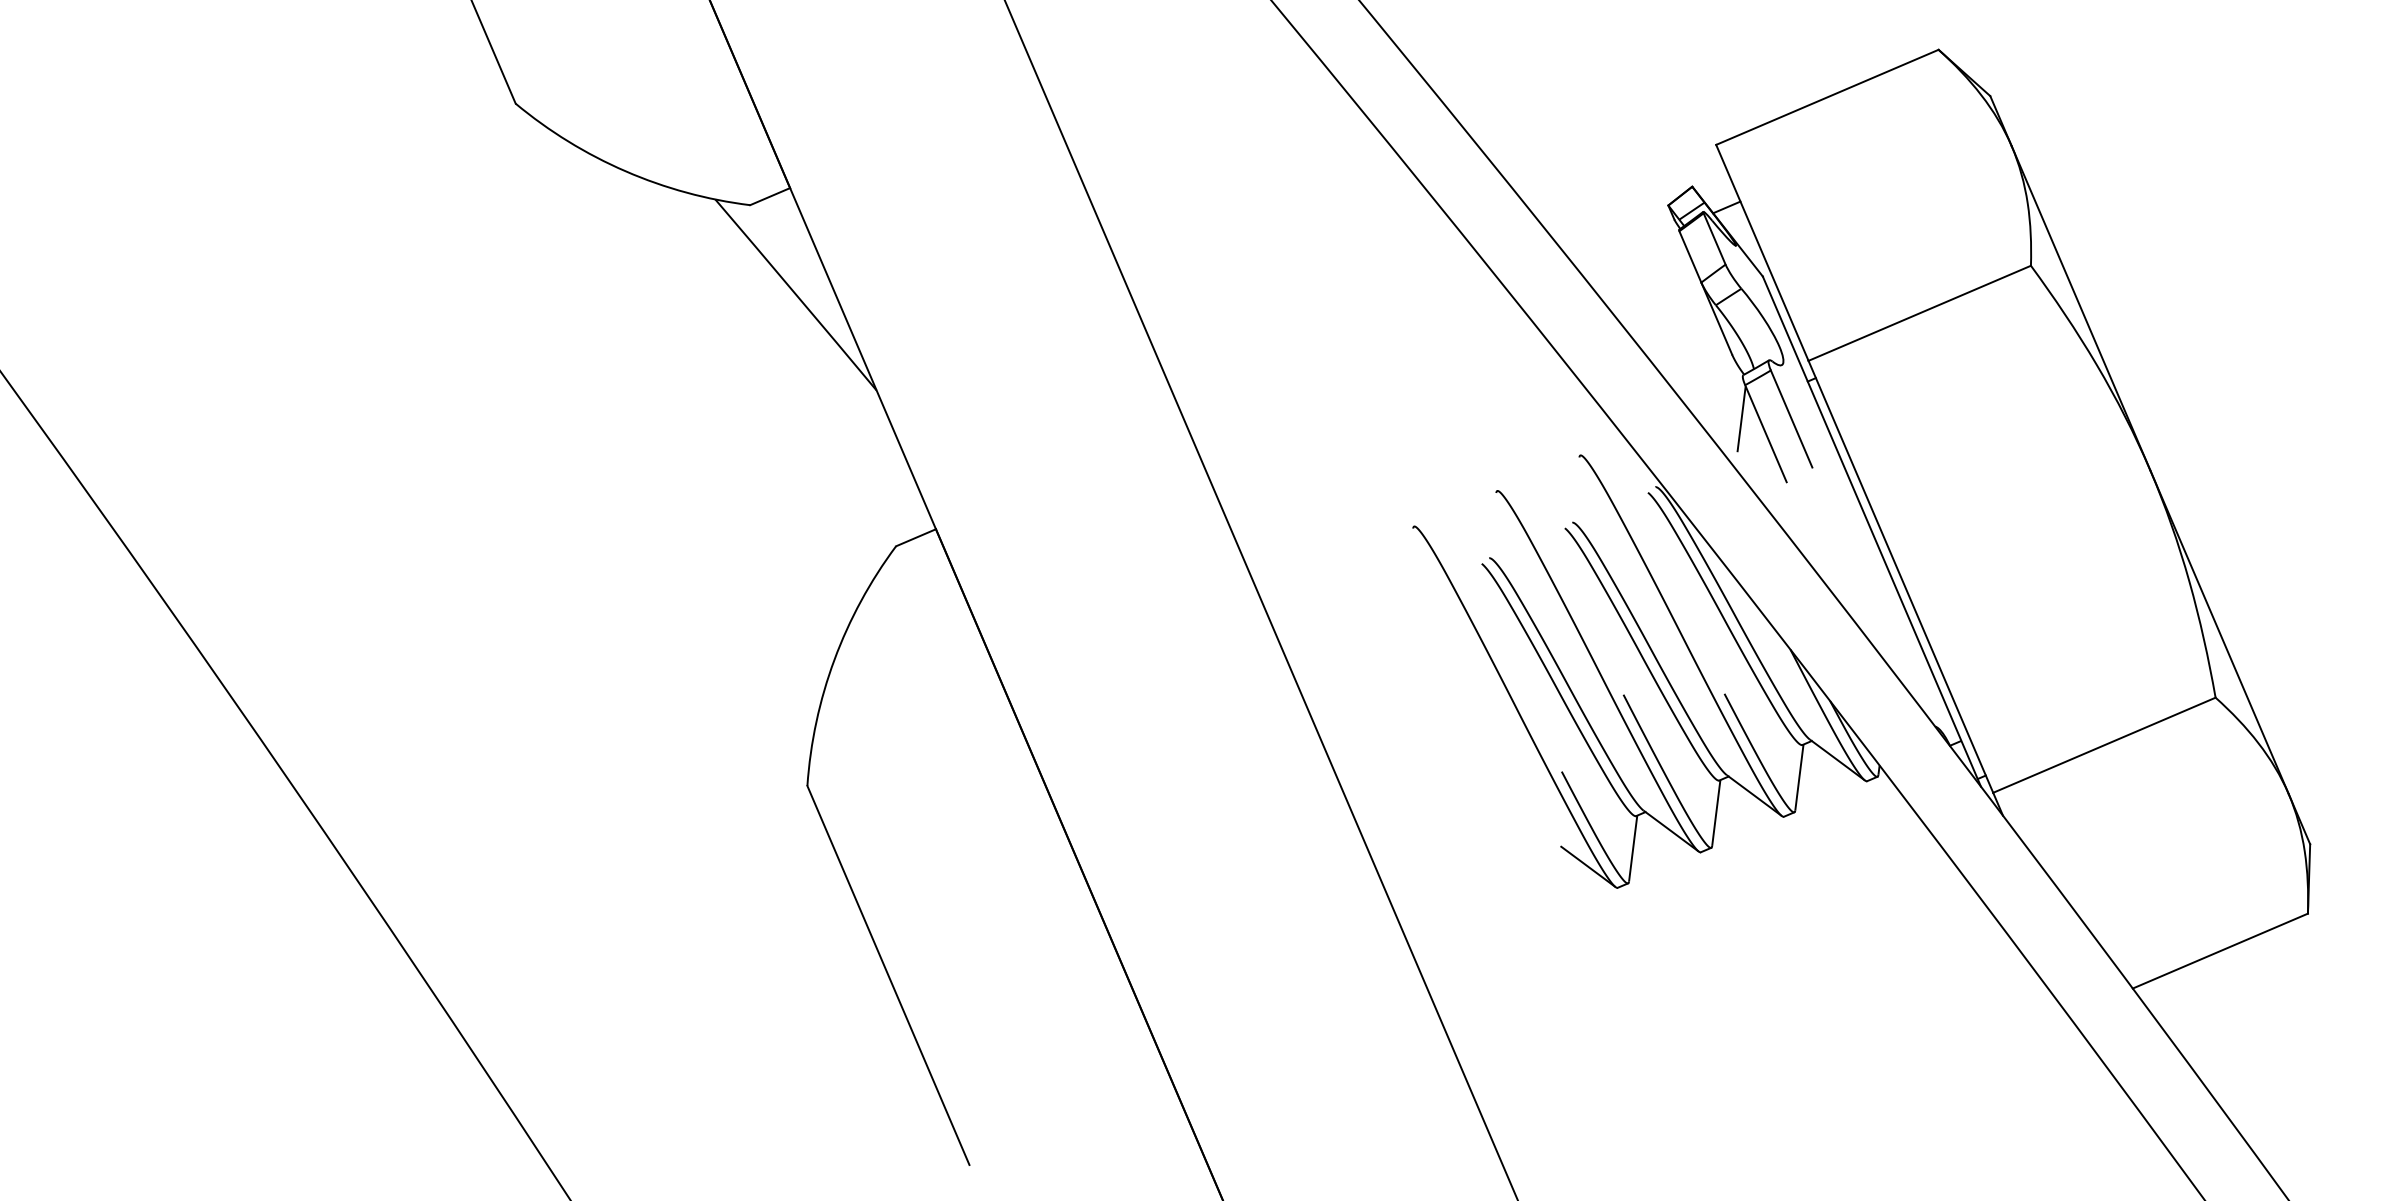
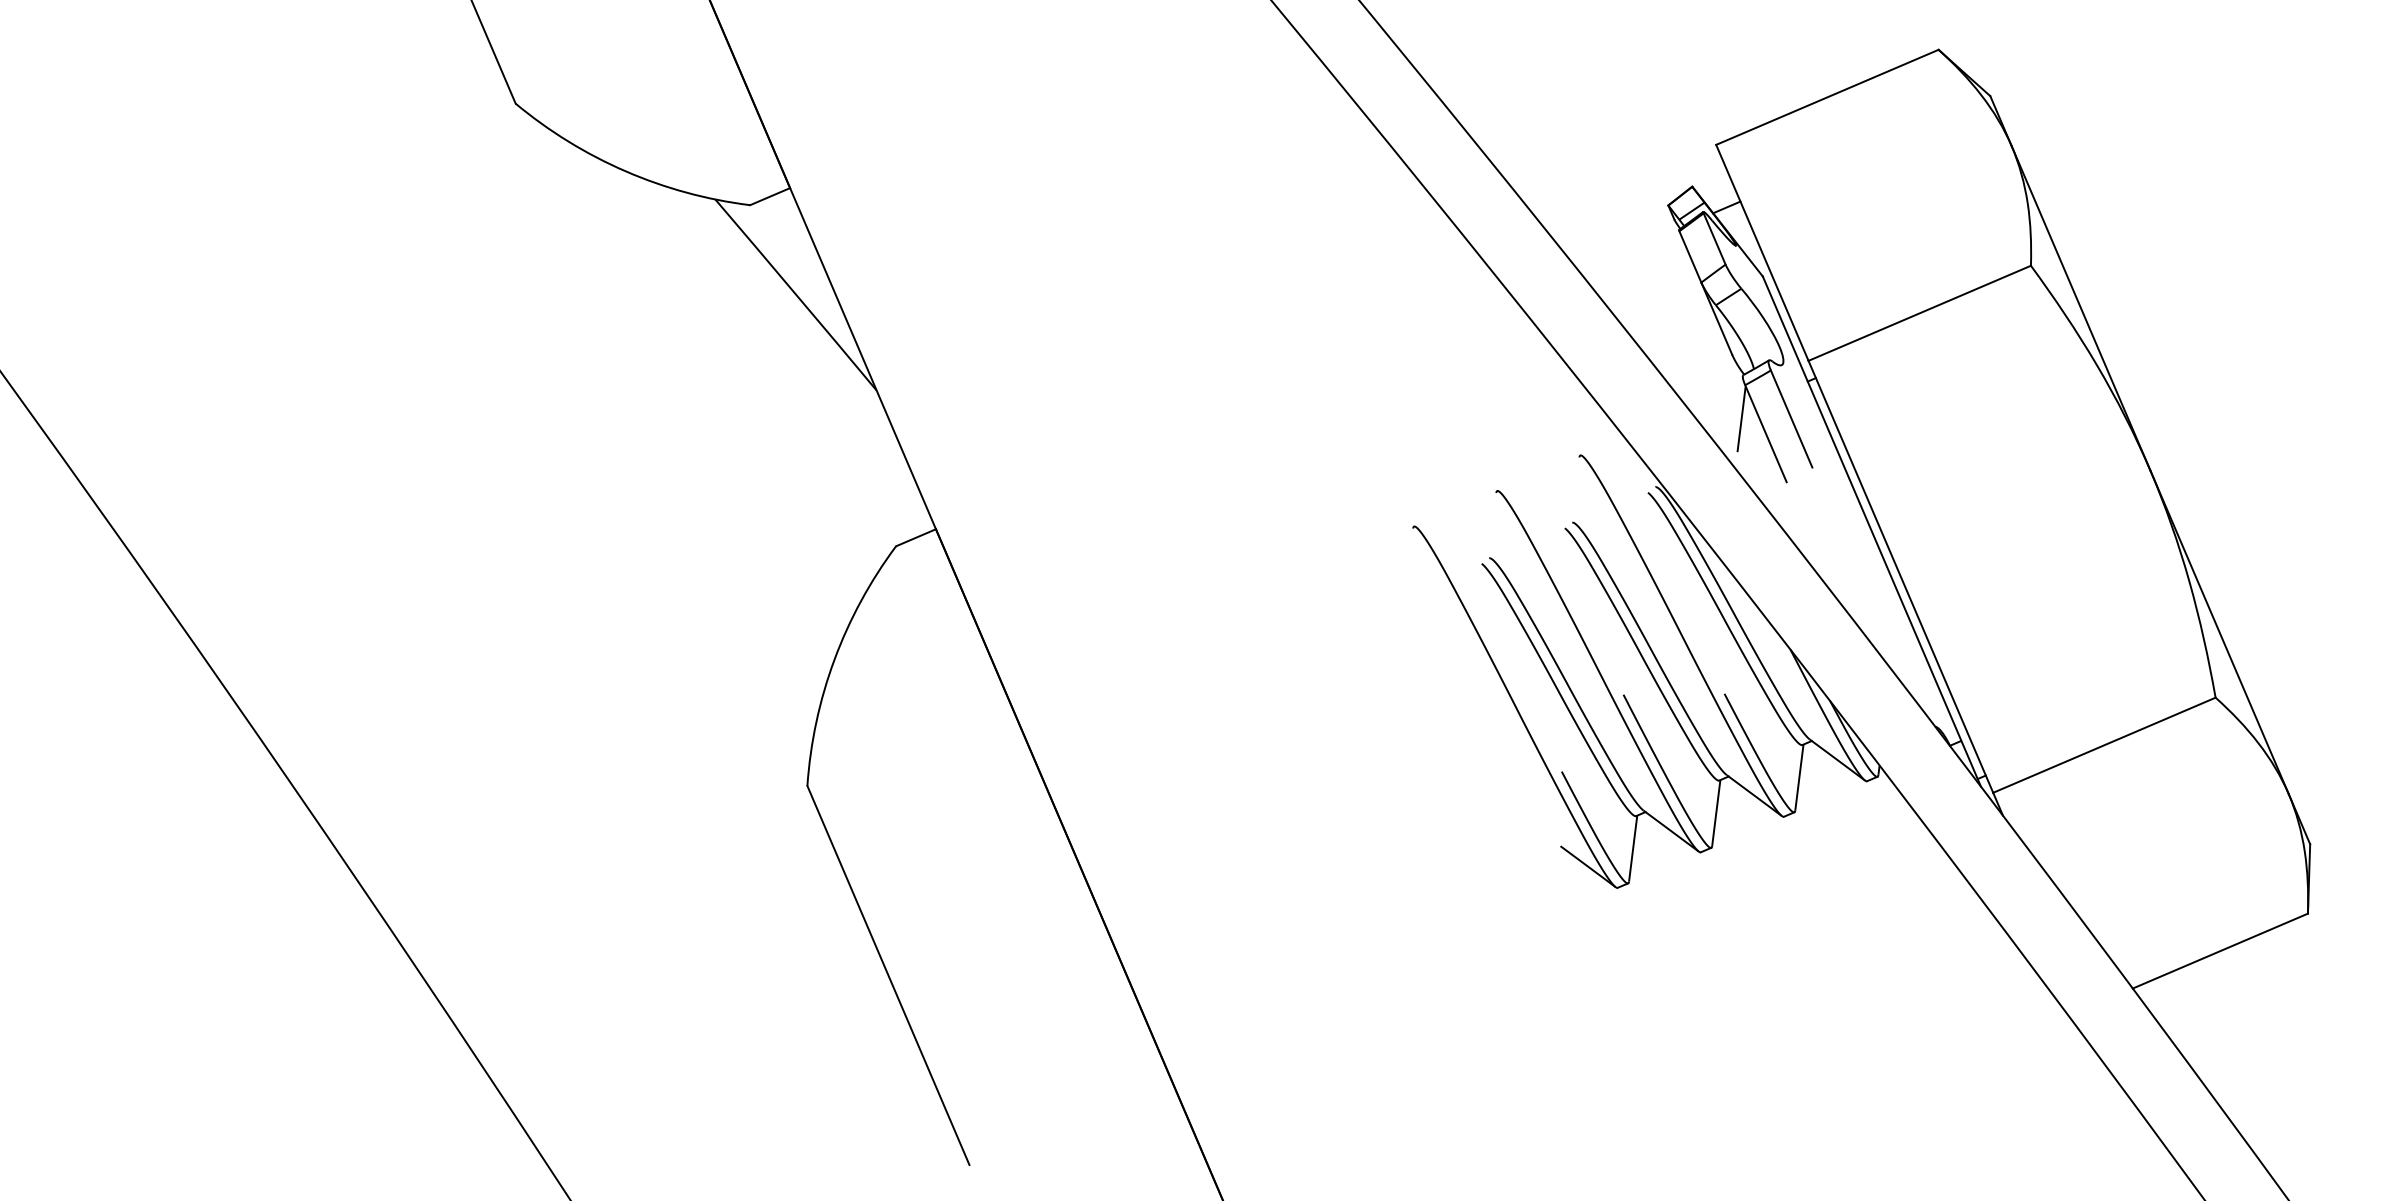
line at (1260, 599): present -> none
